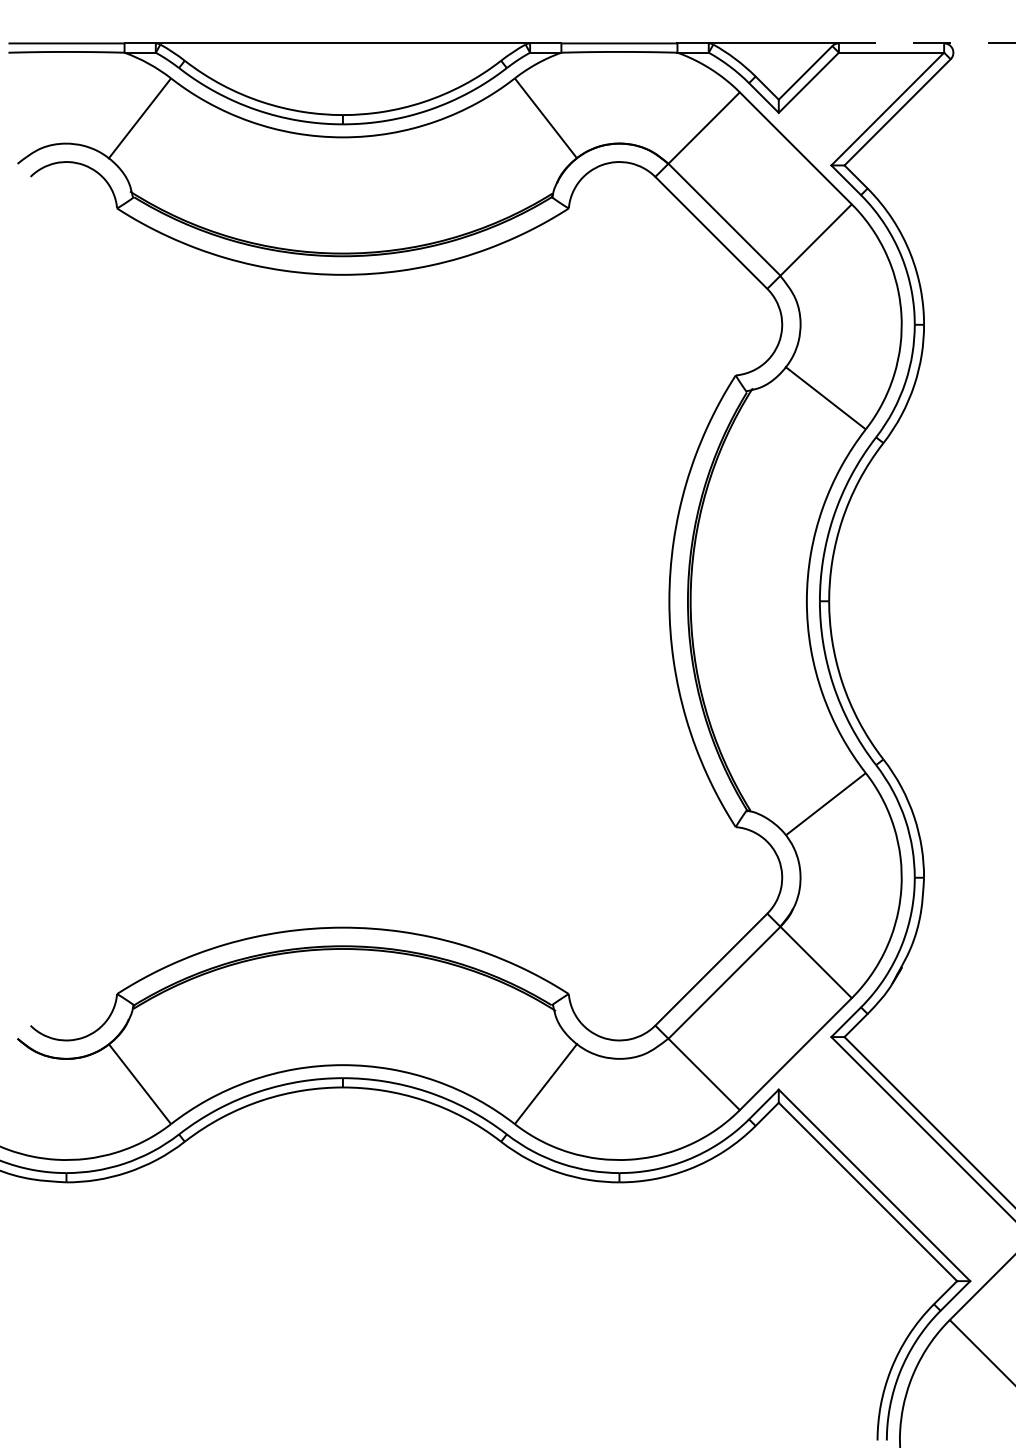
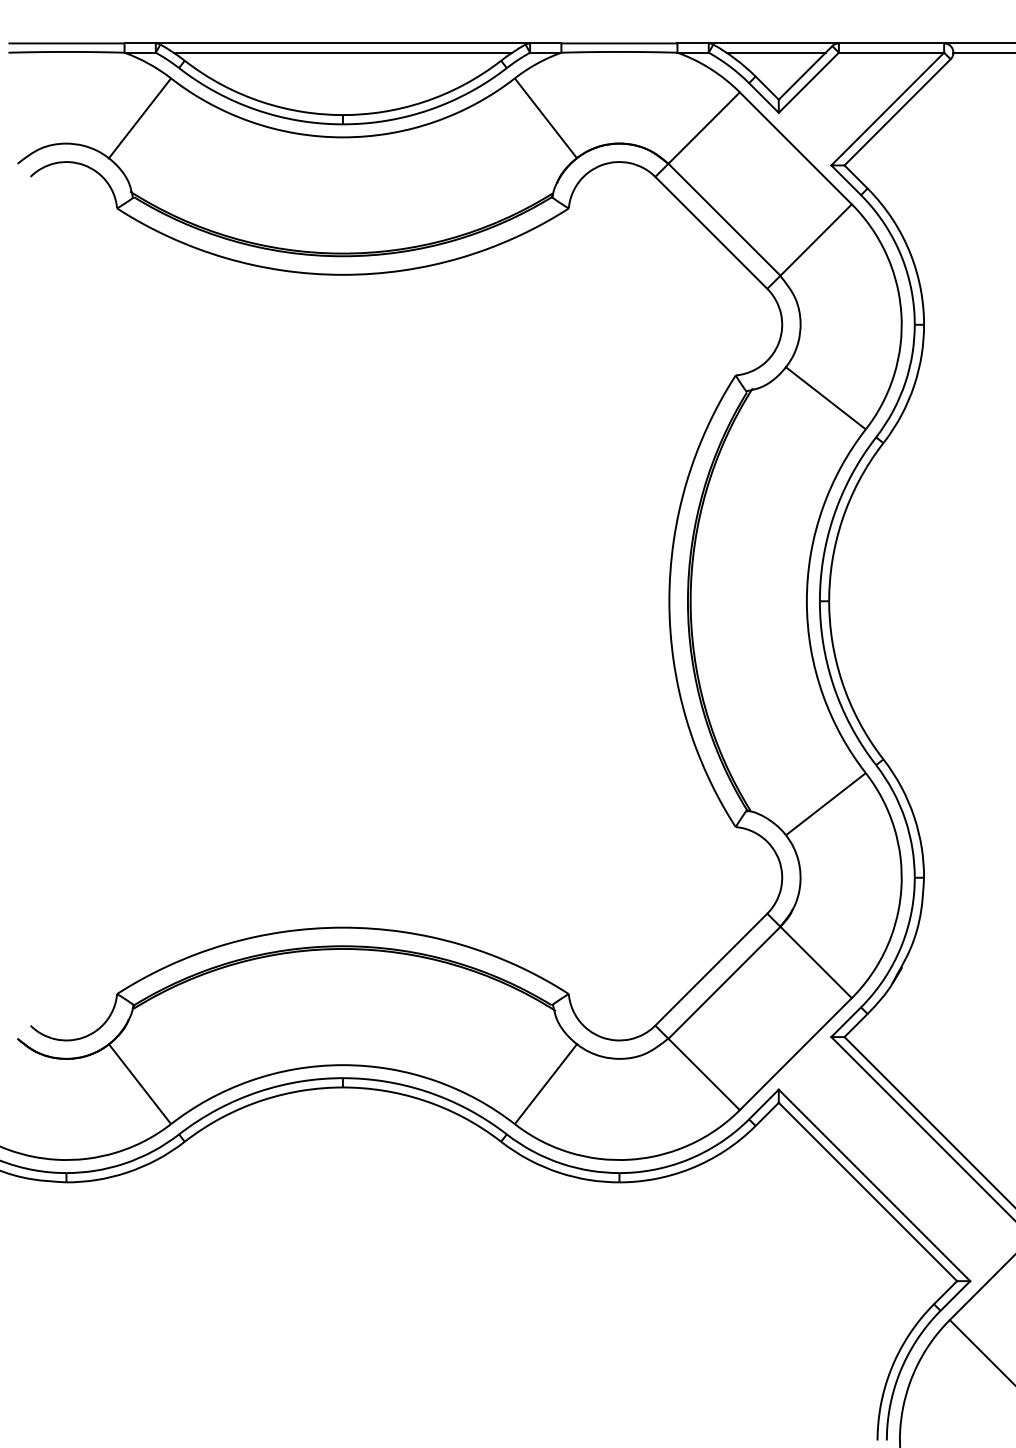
line at (927, 43): dashed -> solid
line at (342, 52): none -> present
line at (775, 52): none -> present
line at (982, 52): none -> present
